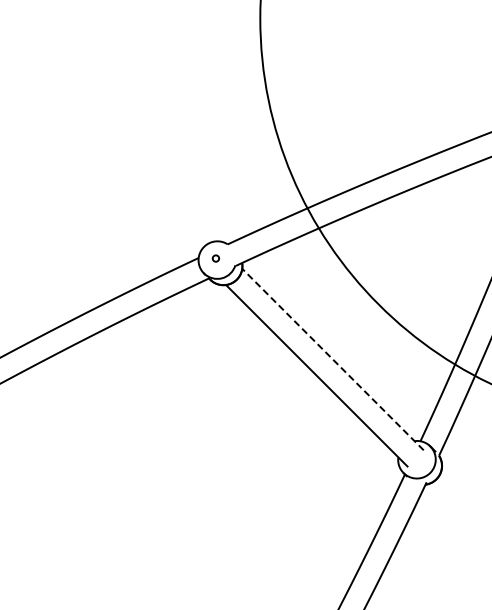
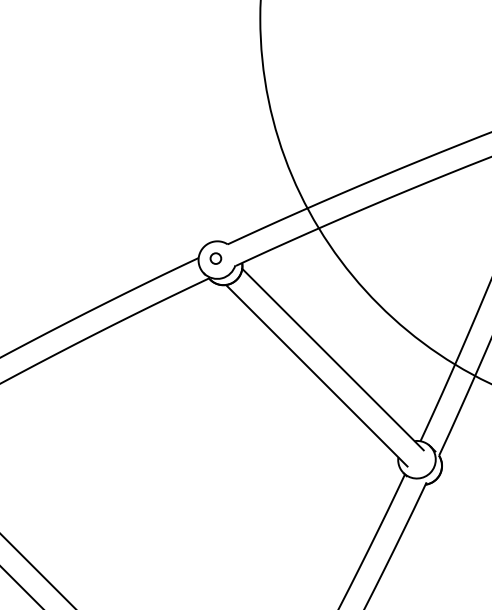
circle at (215, 258) size: 9x9 px -> 14x13 px
line at (332, 359): dashed -> solid
line at (37, 570): none -> present
line at (21, 586): none -> present
